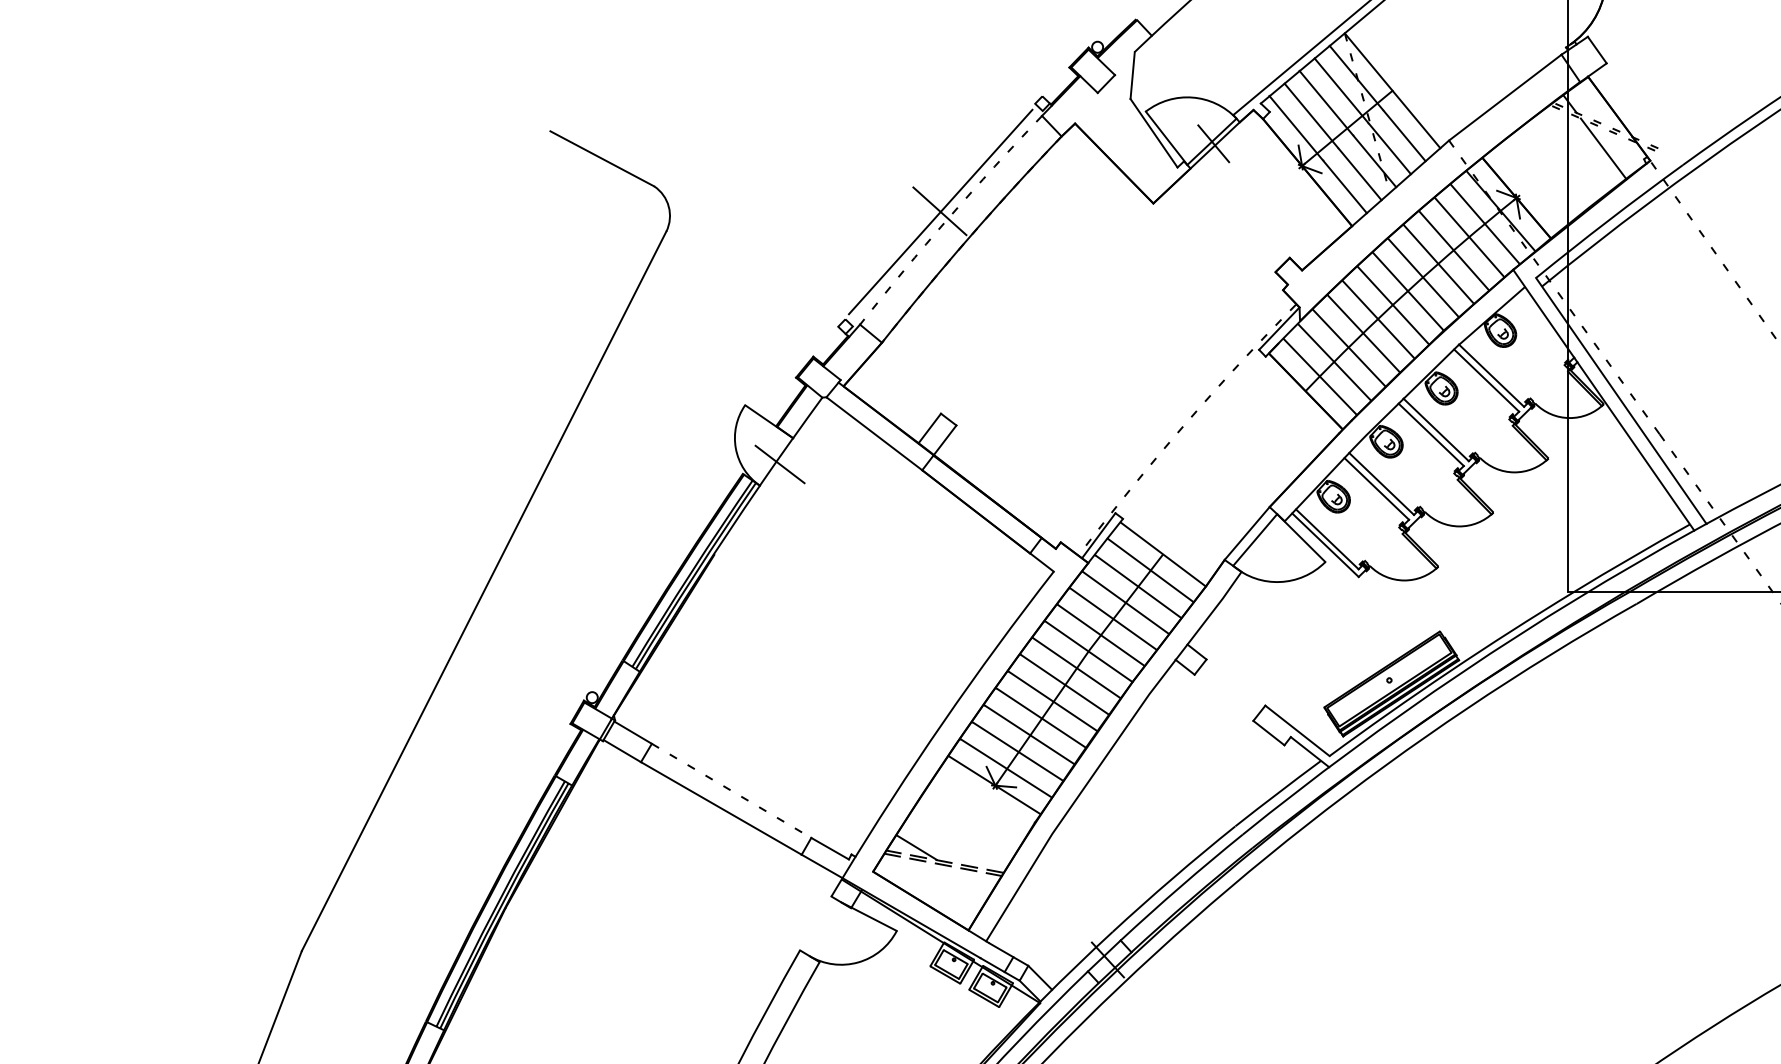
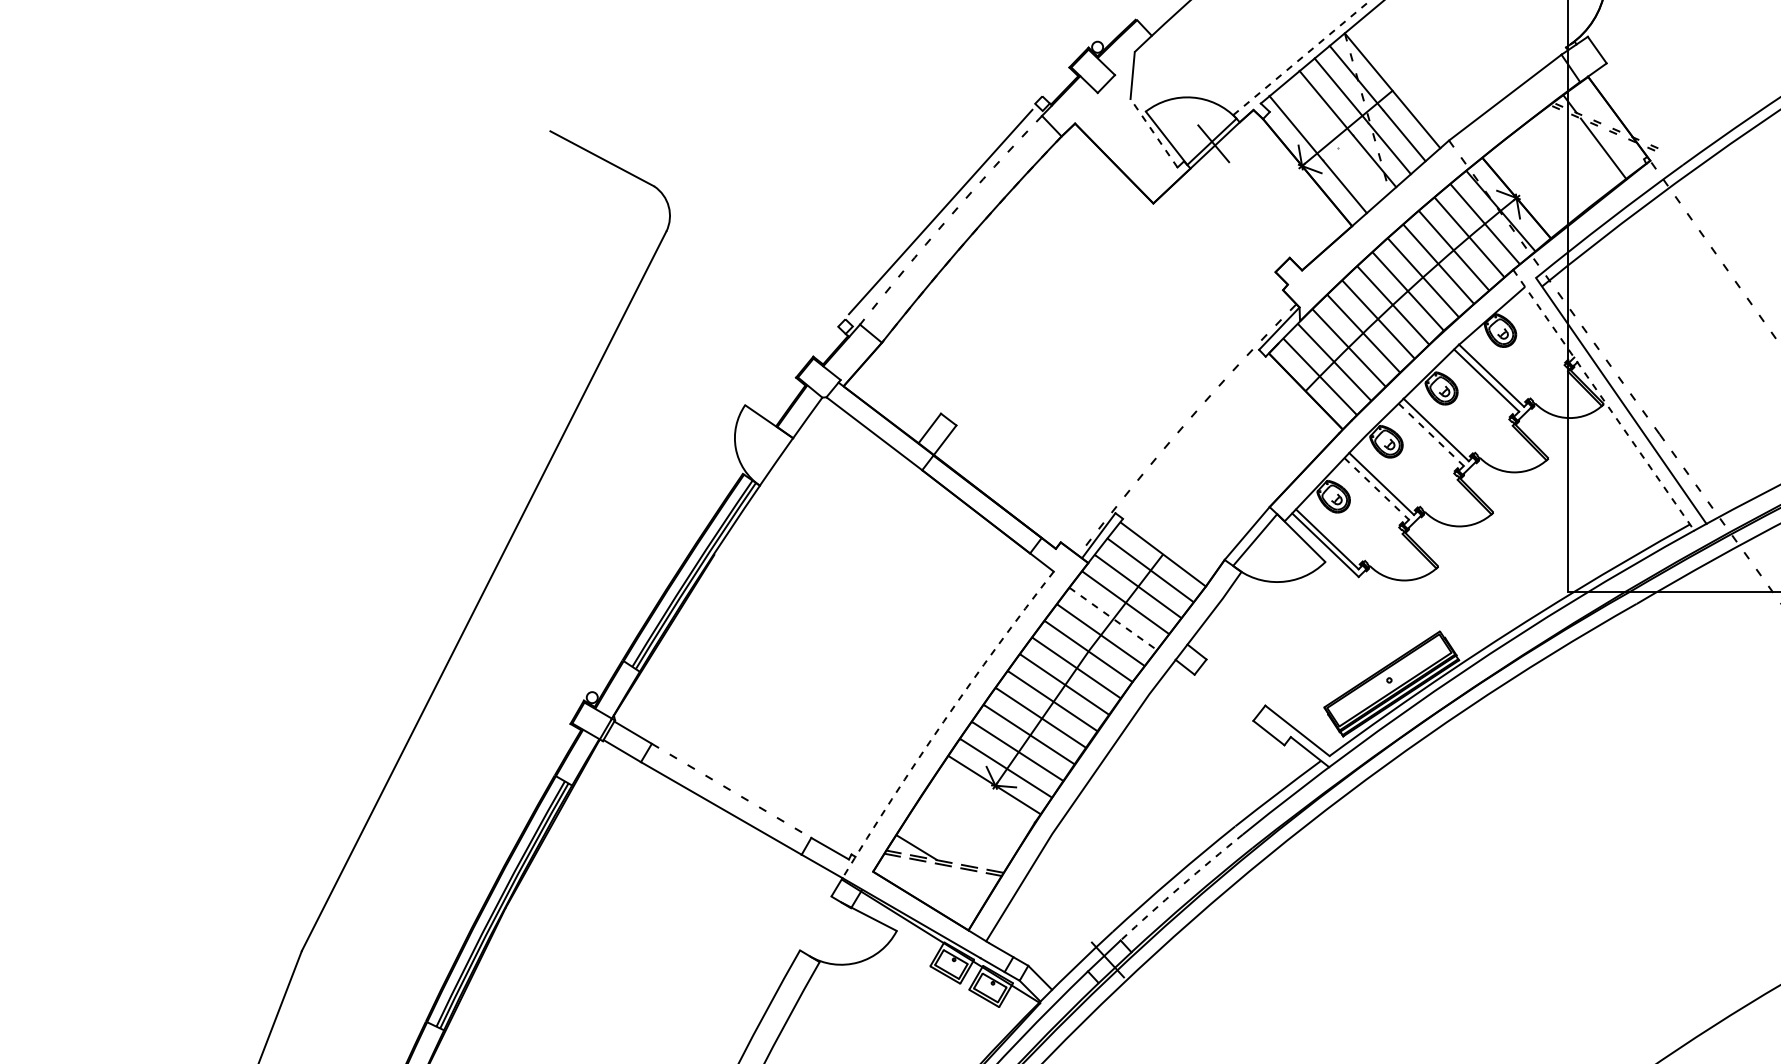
line at (1302, 57): solid -> dashed
line at (1154, 133): solid -> dashed
line at (1332, 141): present -> none
line at (939, 211): present -> none
line at (1603, 400): solid -> dashed
line at (1431, 435): solid -> dashed
line at (779, 464): present -> none
line at (1376, 488): solid -> dashed
line at (1113, 618): solid -> dashed
arc at (943, 721): solid -> dashed
arc at (1180, 886): solid -> dashed
